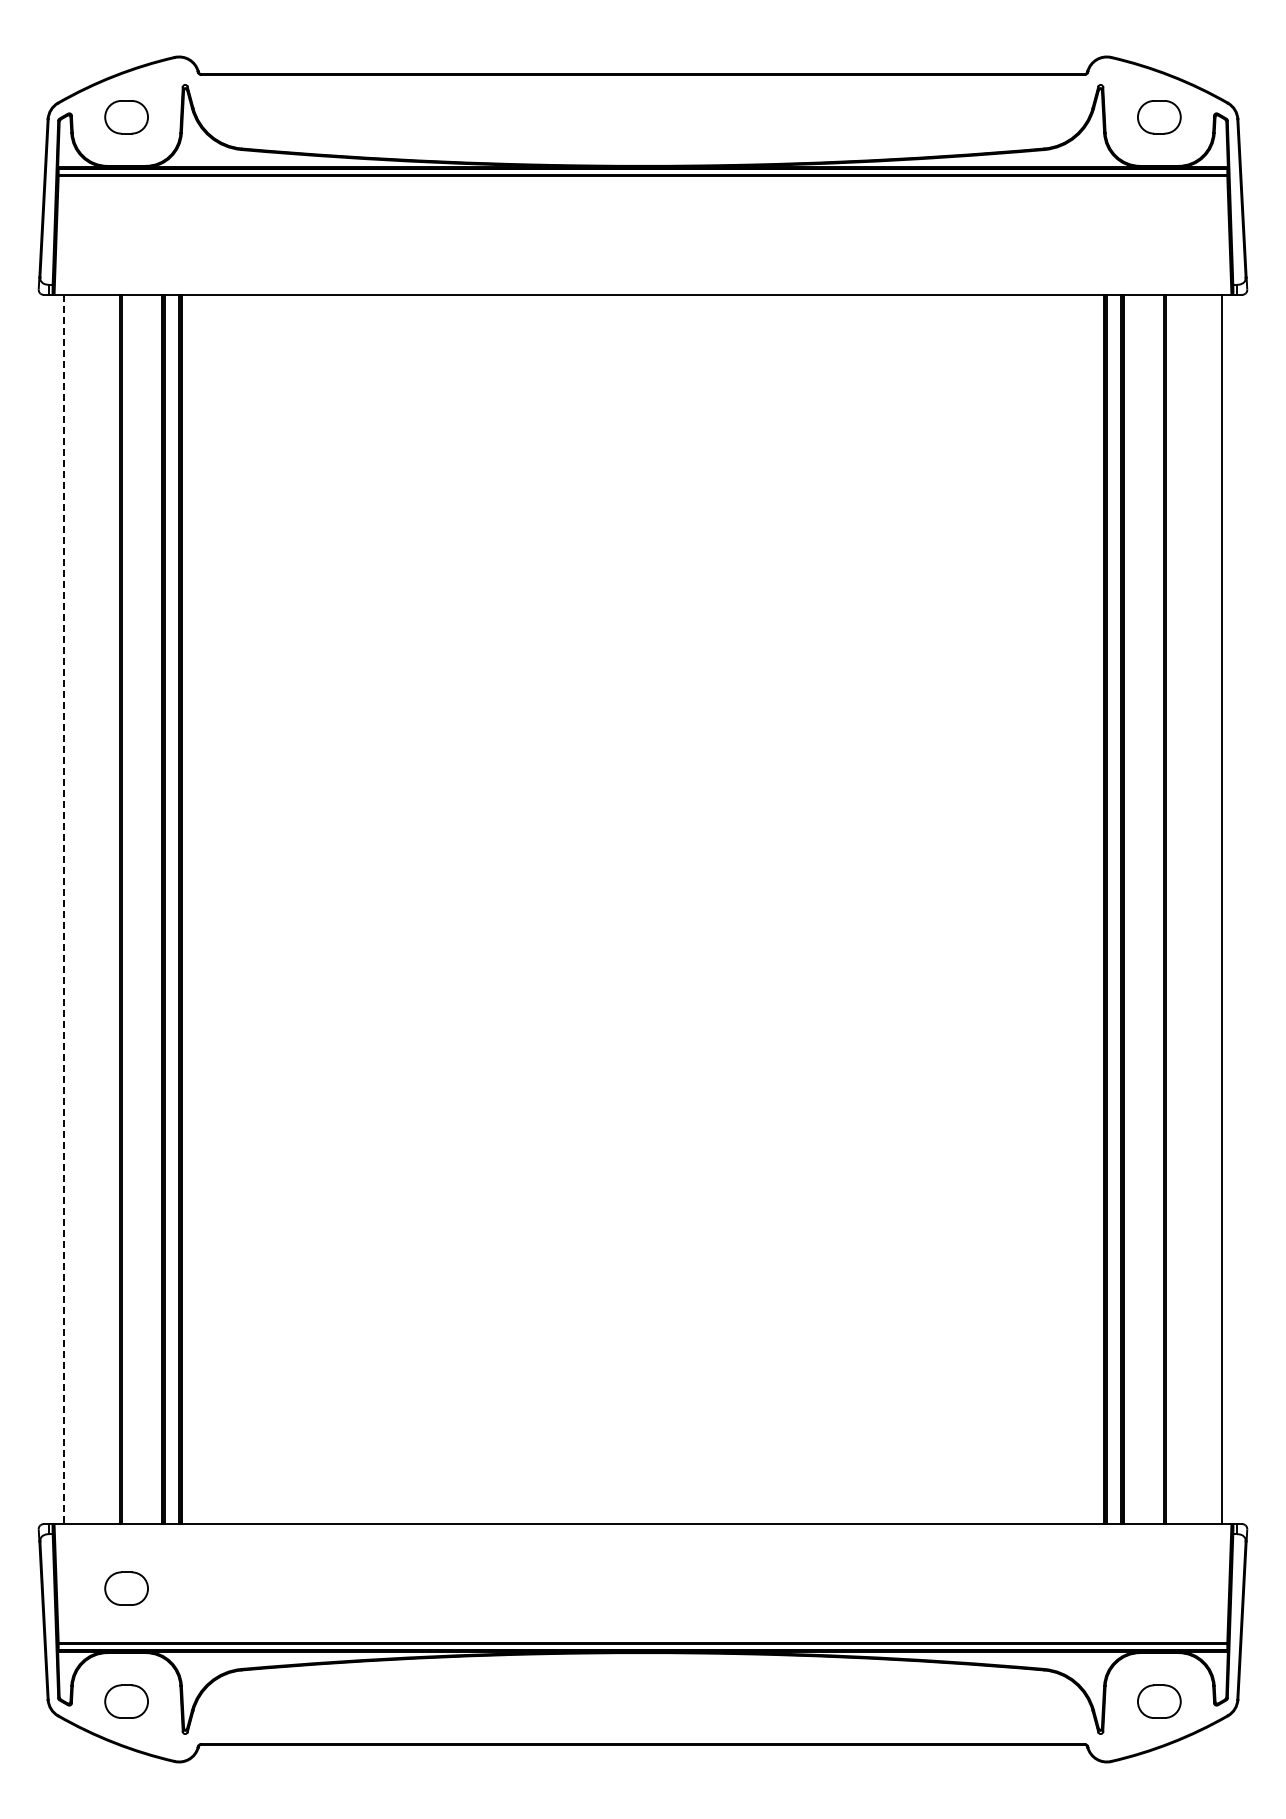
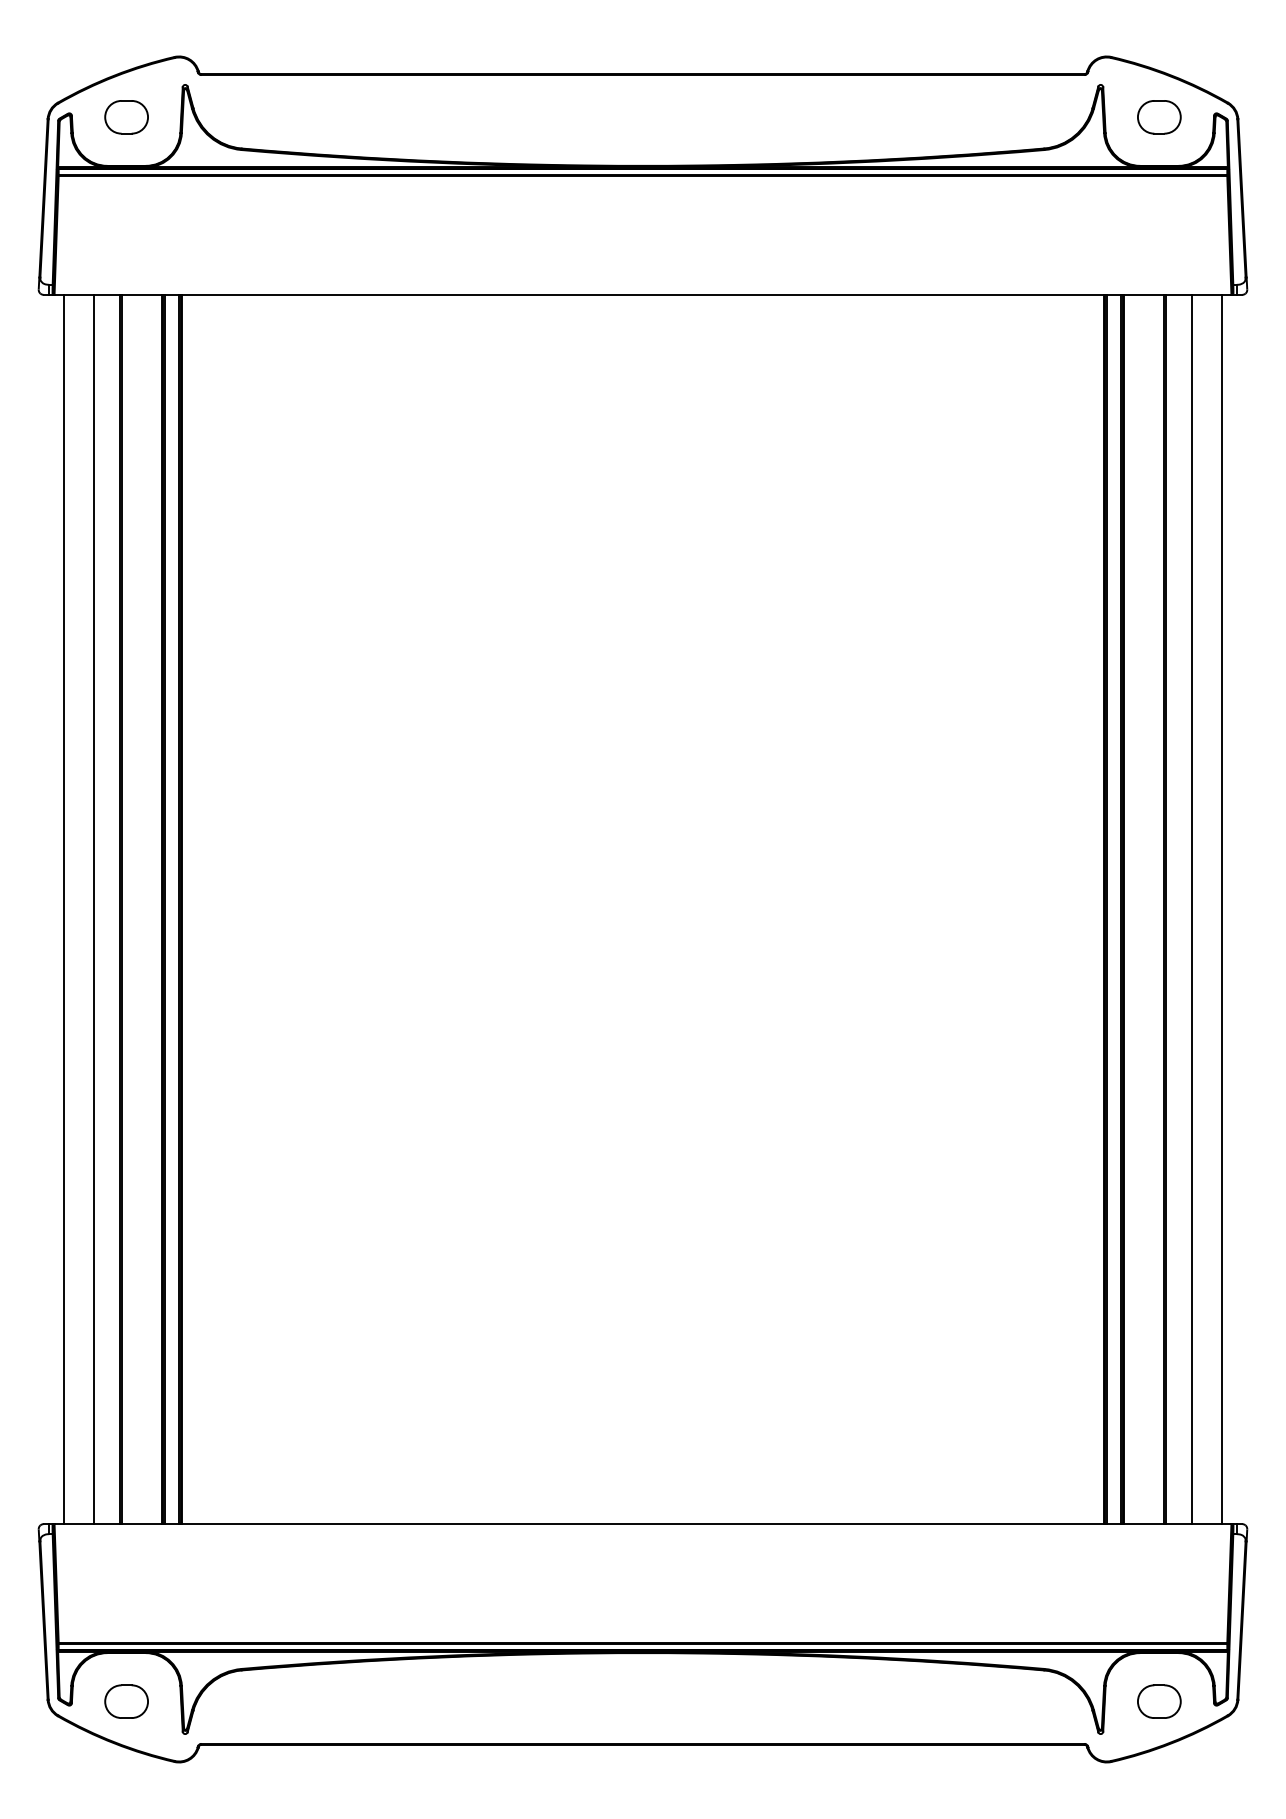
line at (63, 909): dashed -> solid
line at (93, 909): none -> present
line at (1192, 909): none -> present
part at (126, 1588): present -> none
